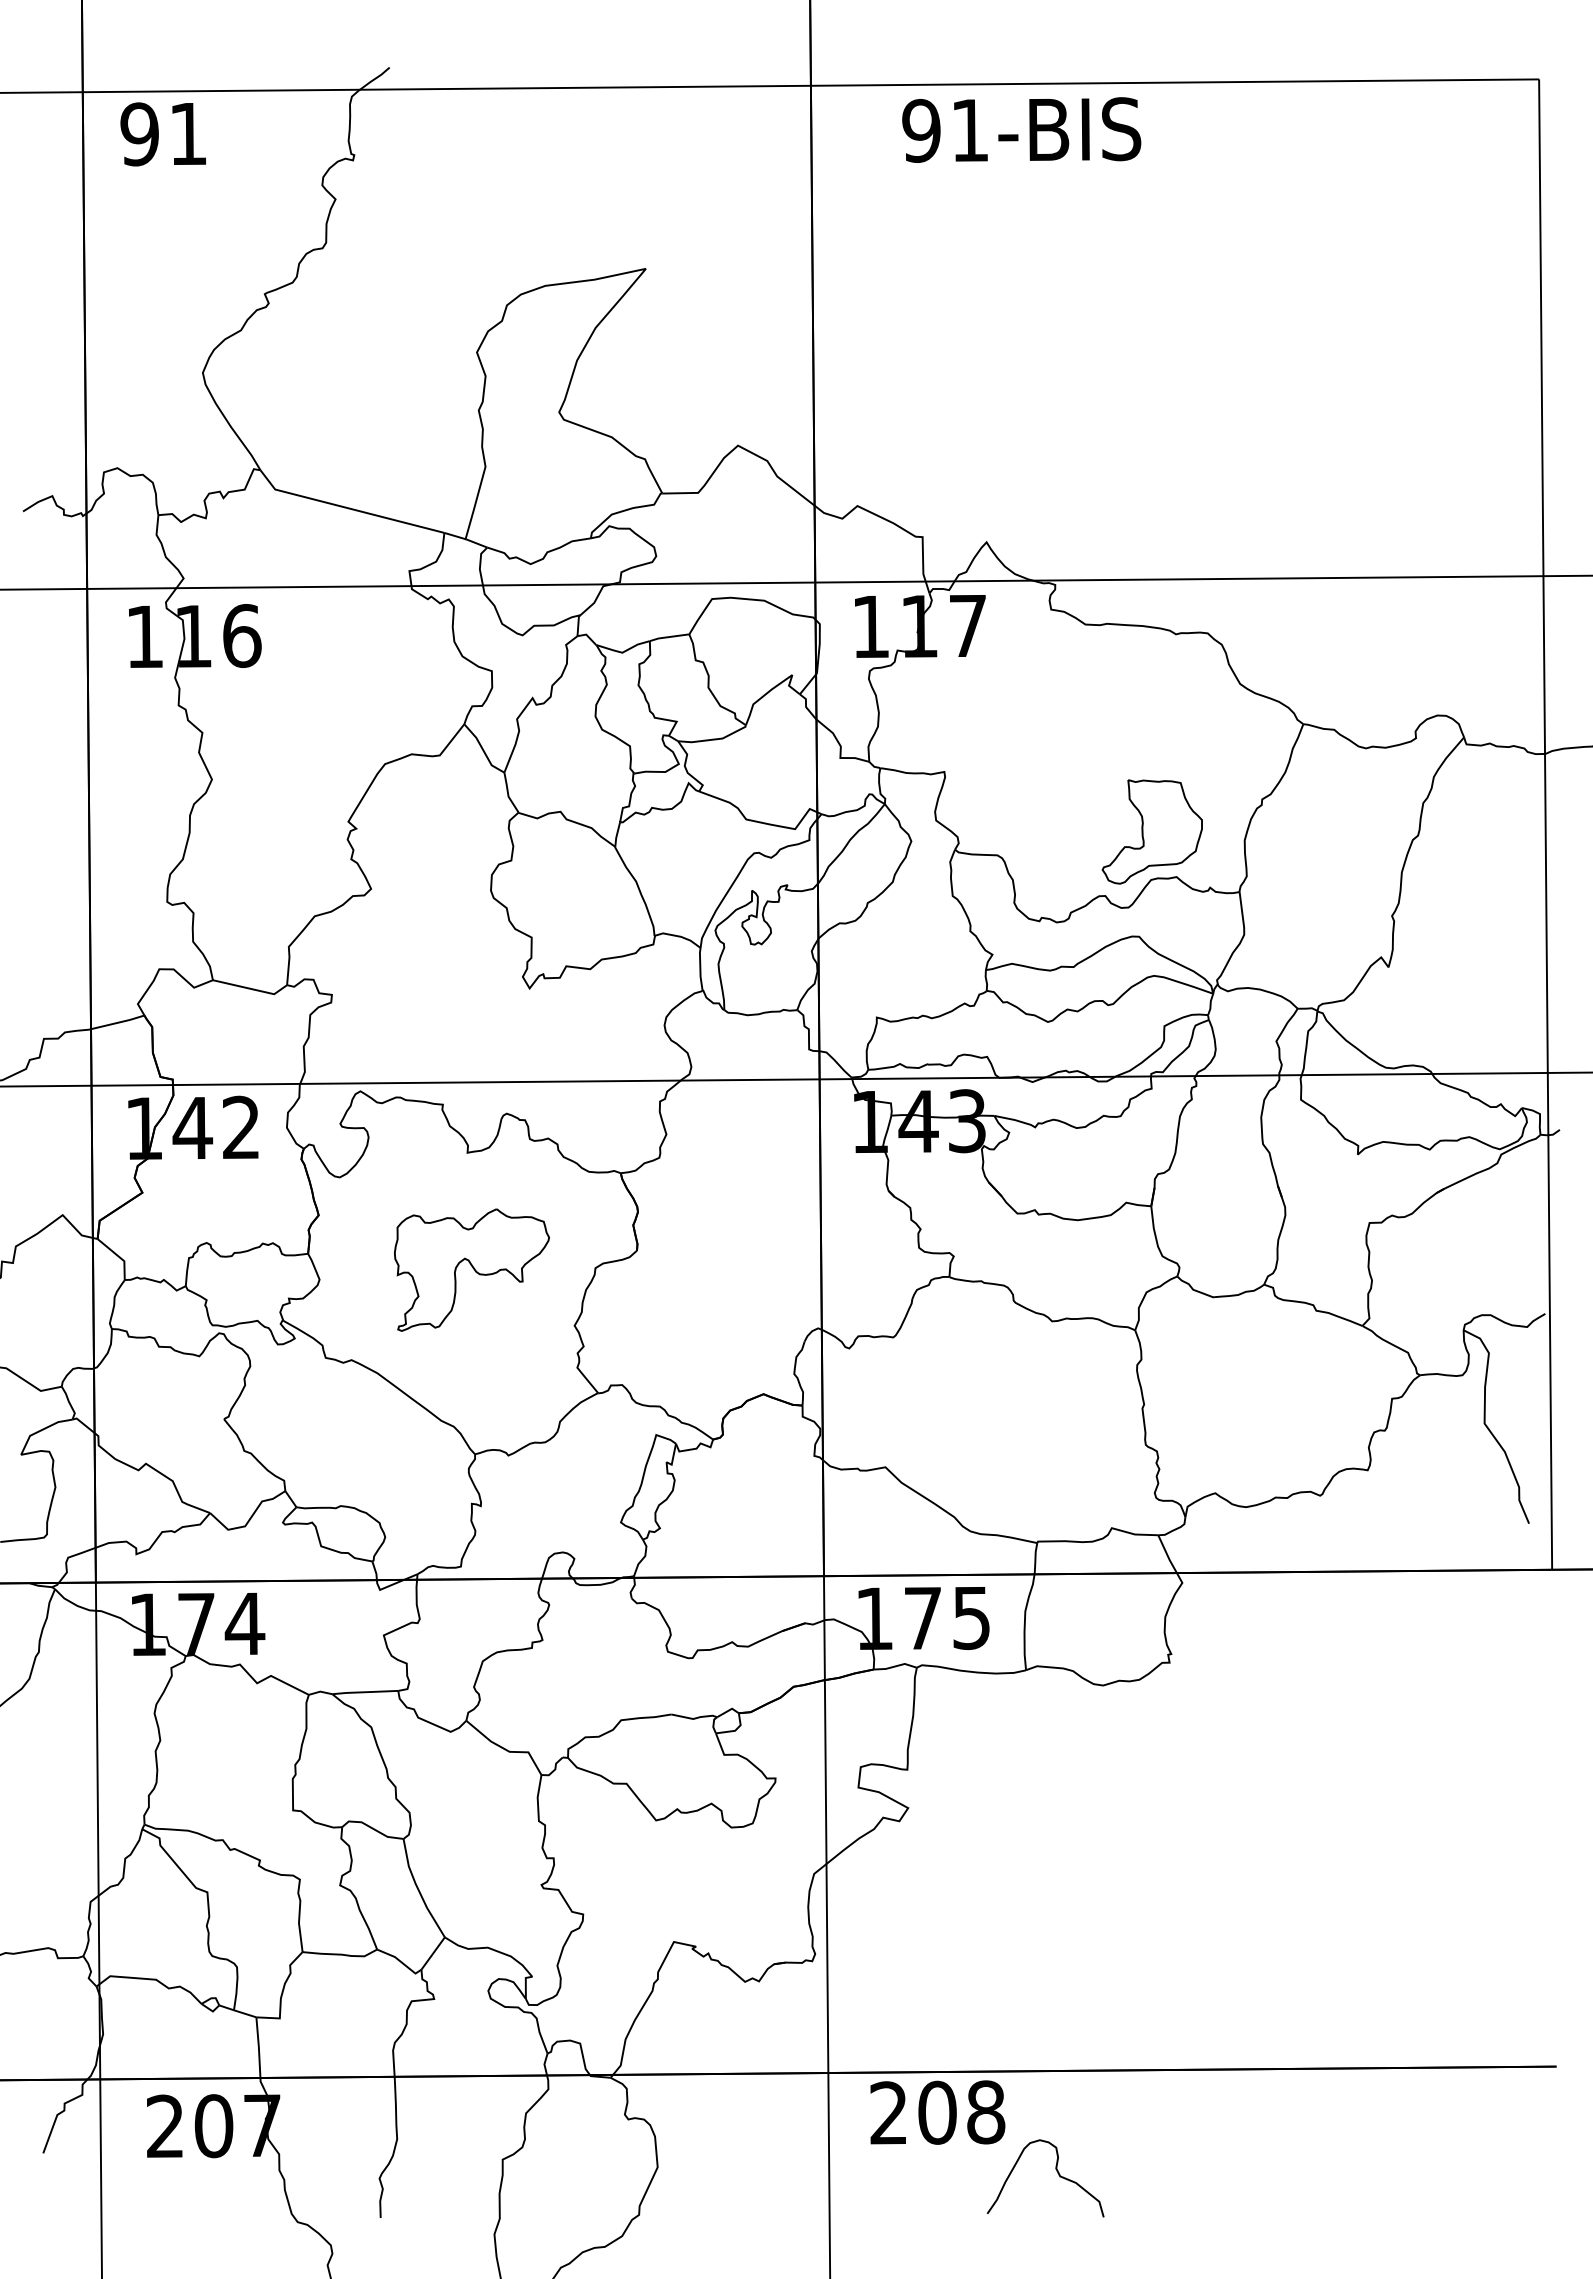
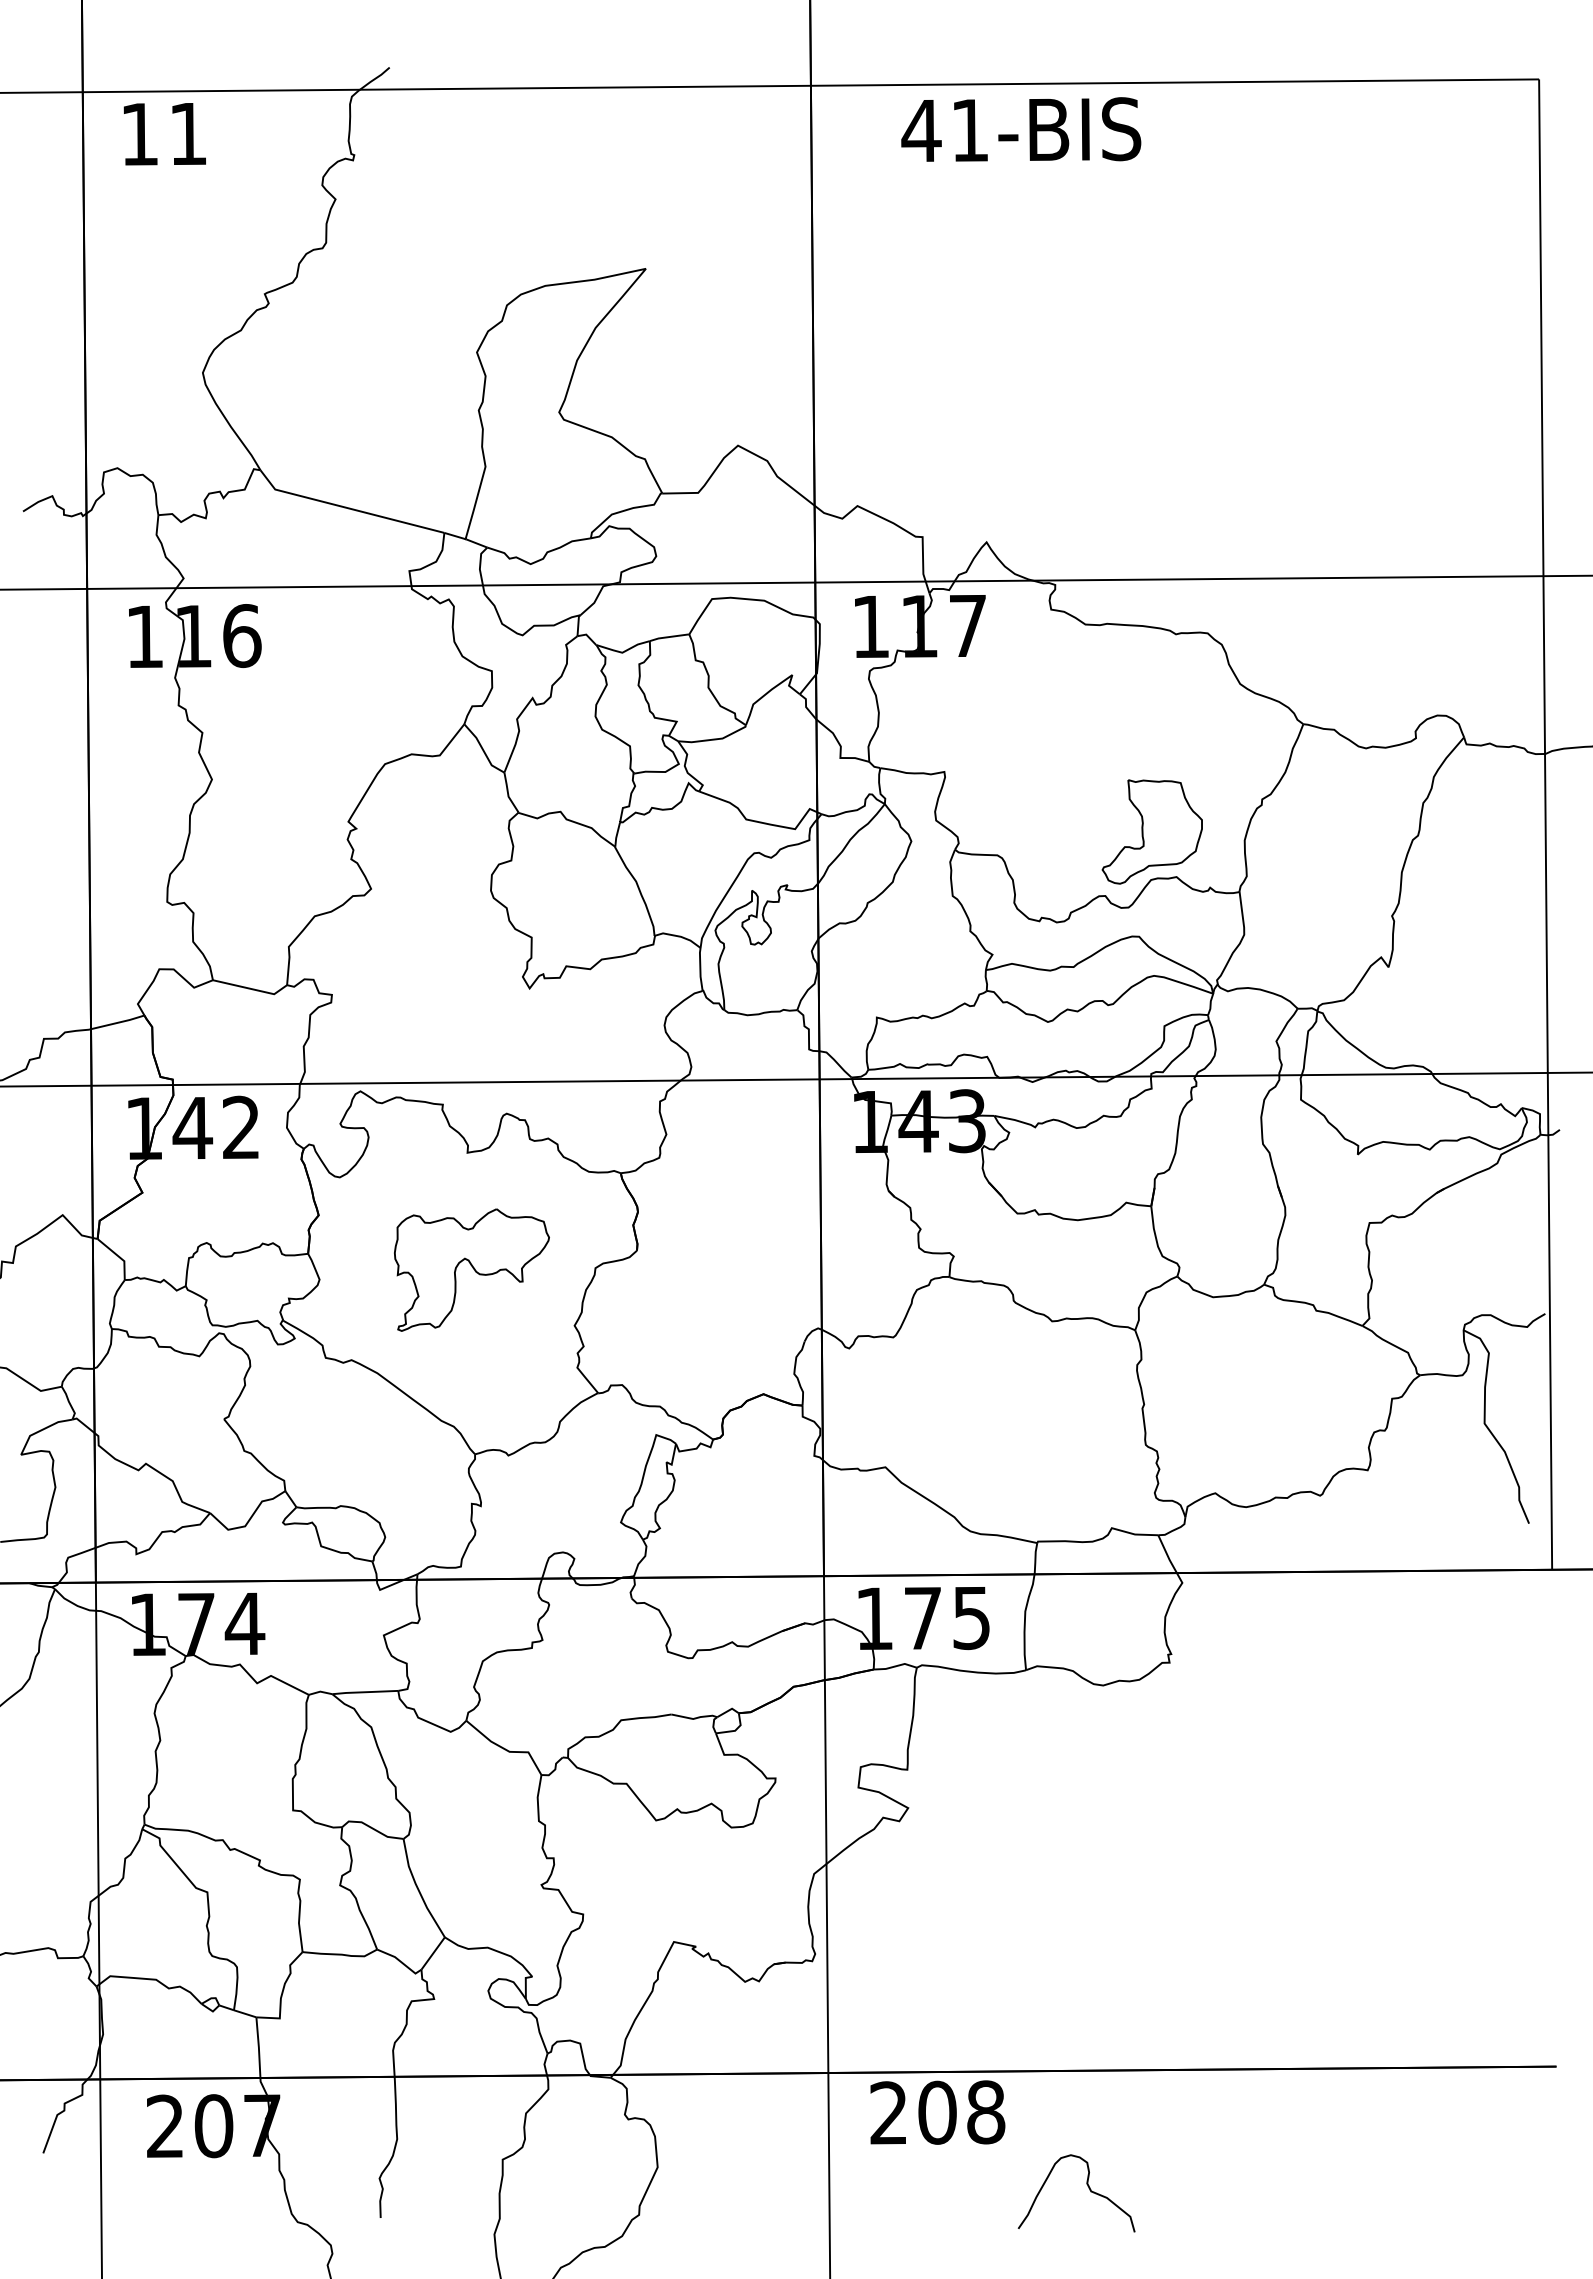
text at (921, 130): 91-BIS -> 41-BIS
text at (139, 134): 91 -> 11
curve at (1057, 2173) position: (1057, 2173) -> (1088, 2188)
